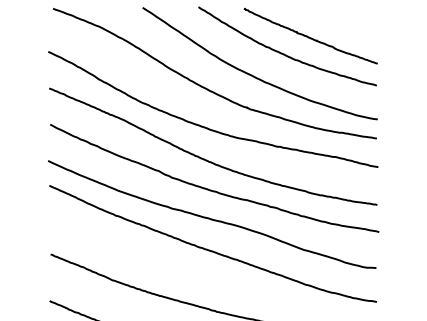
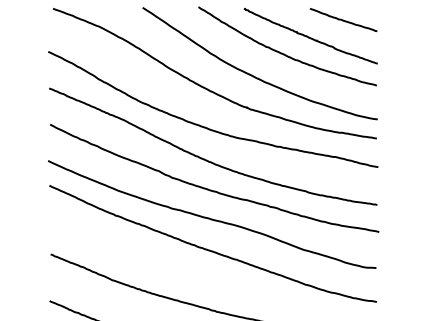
curve at (343, 19): none -> present
